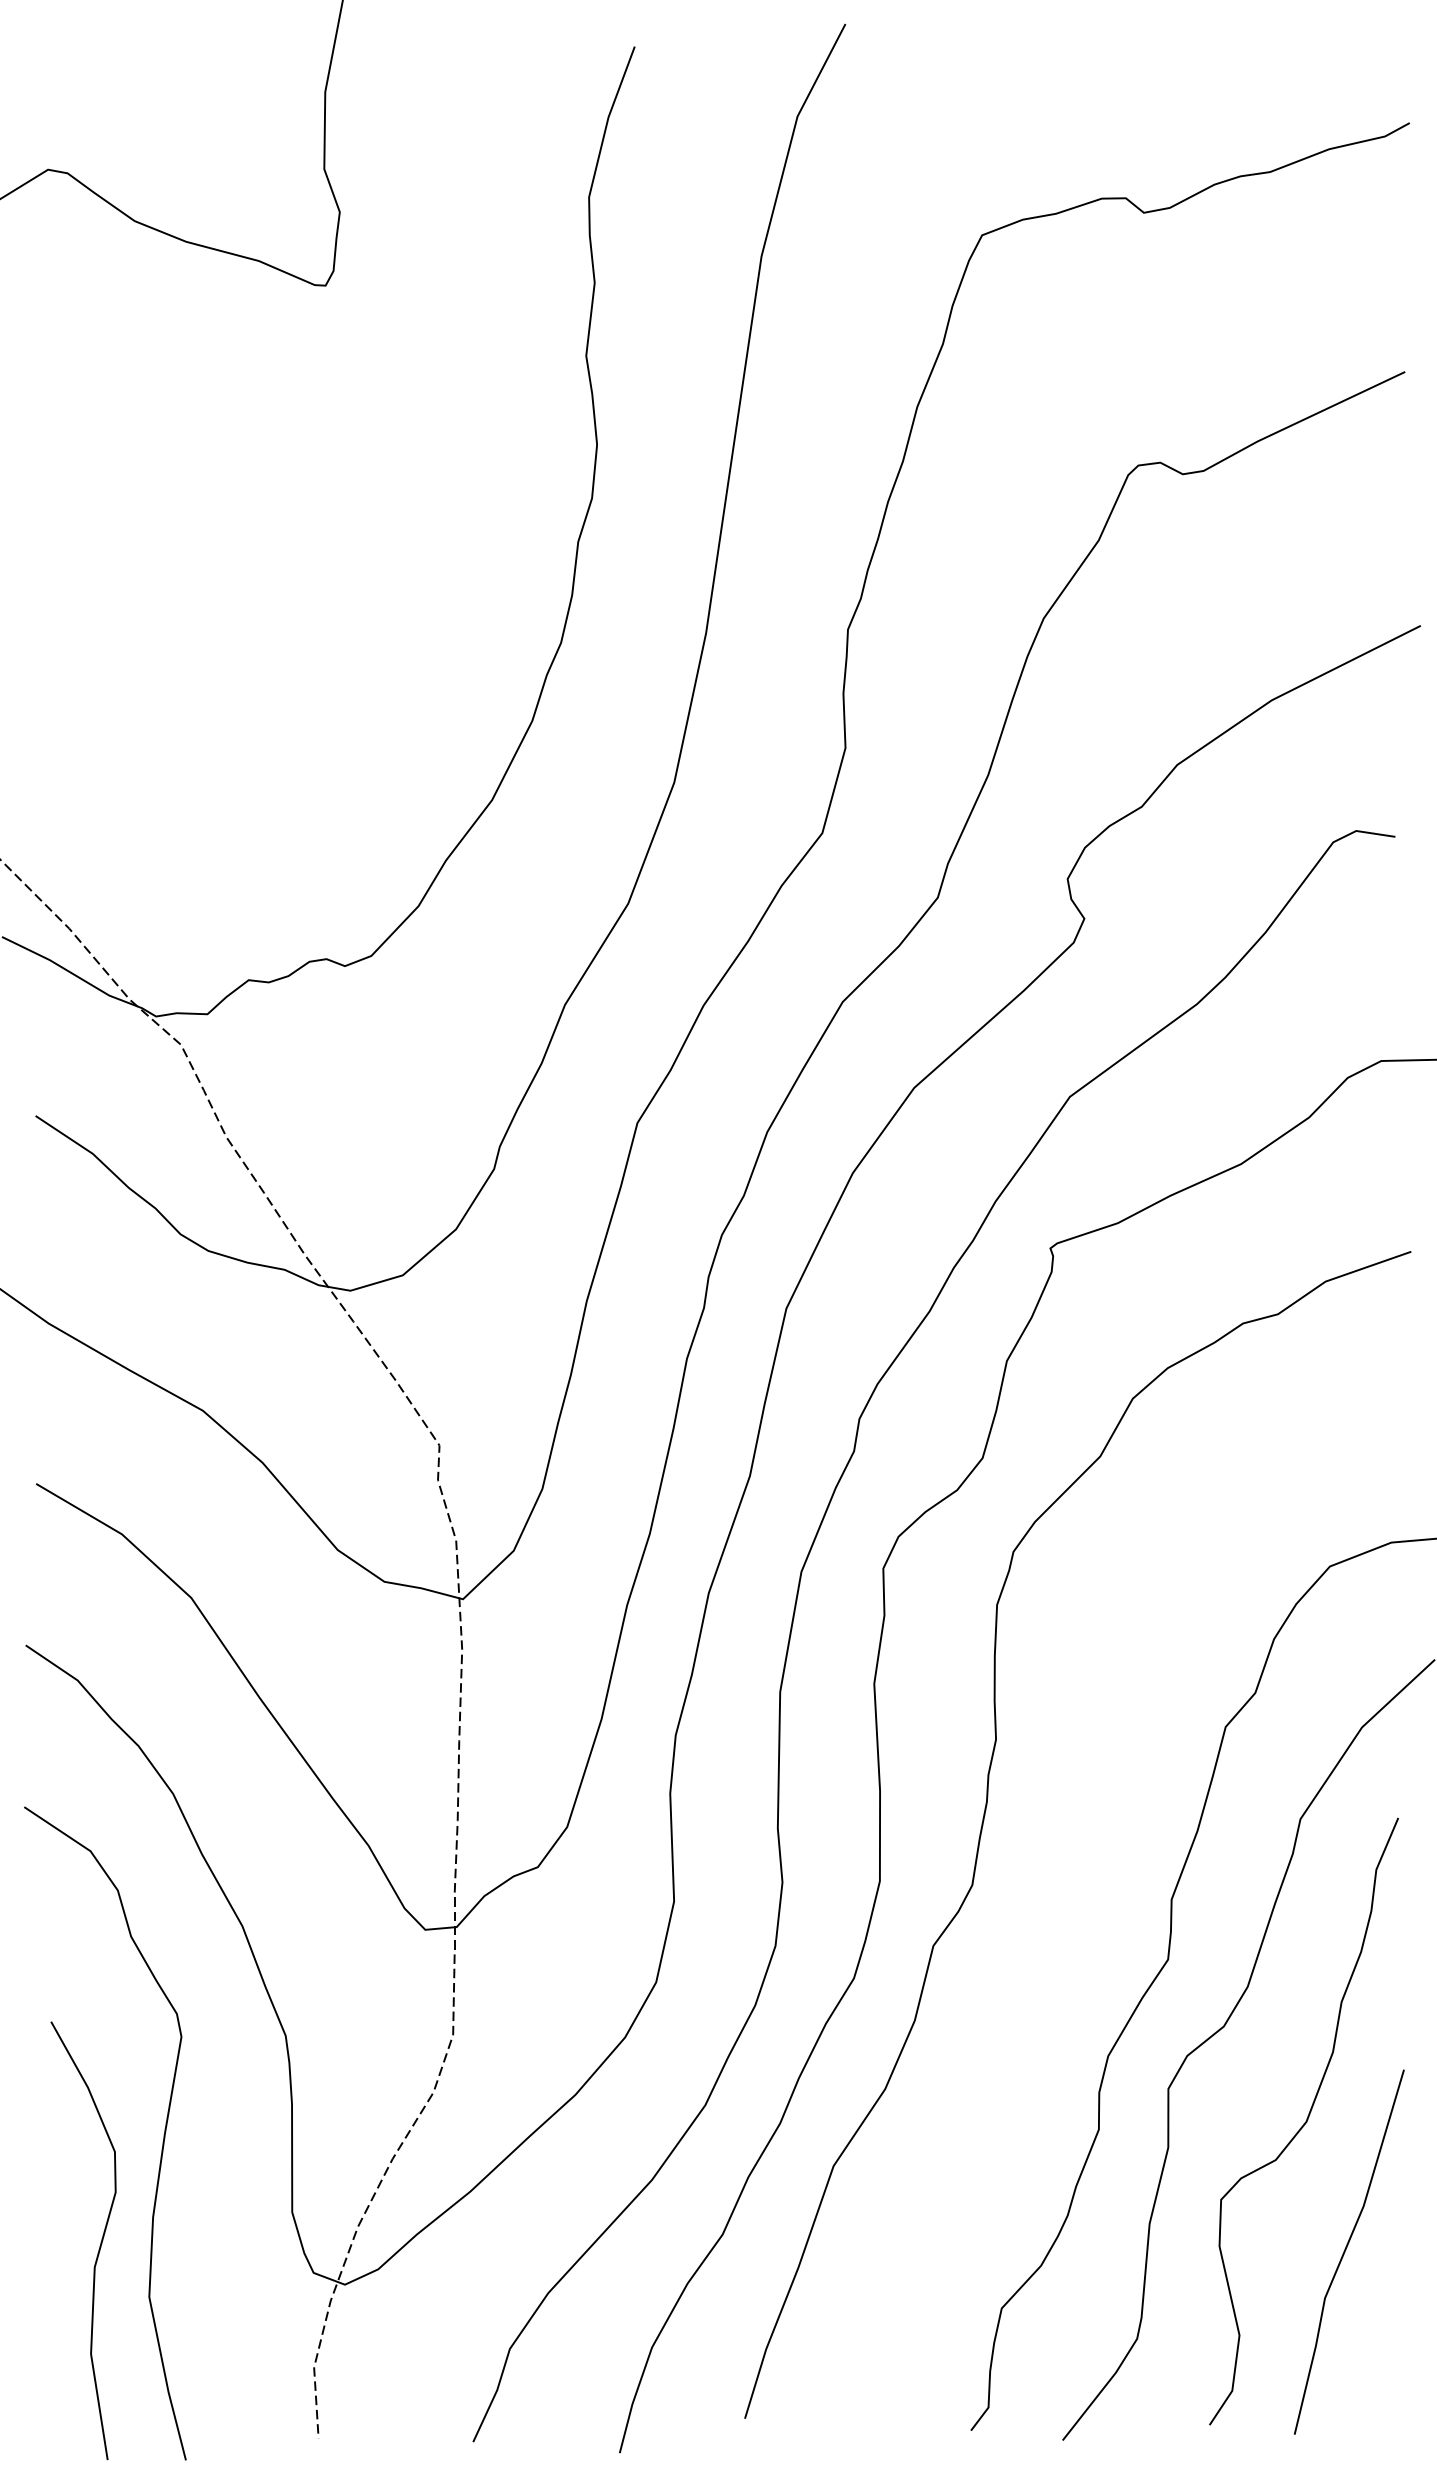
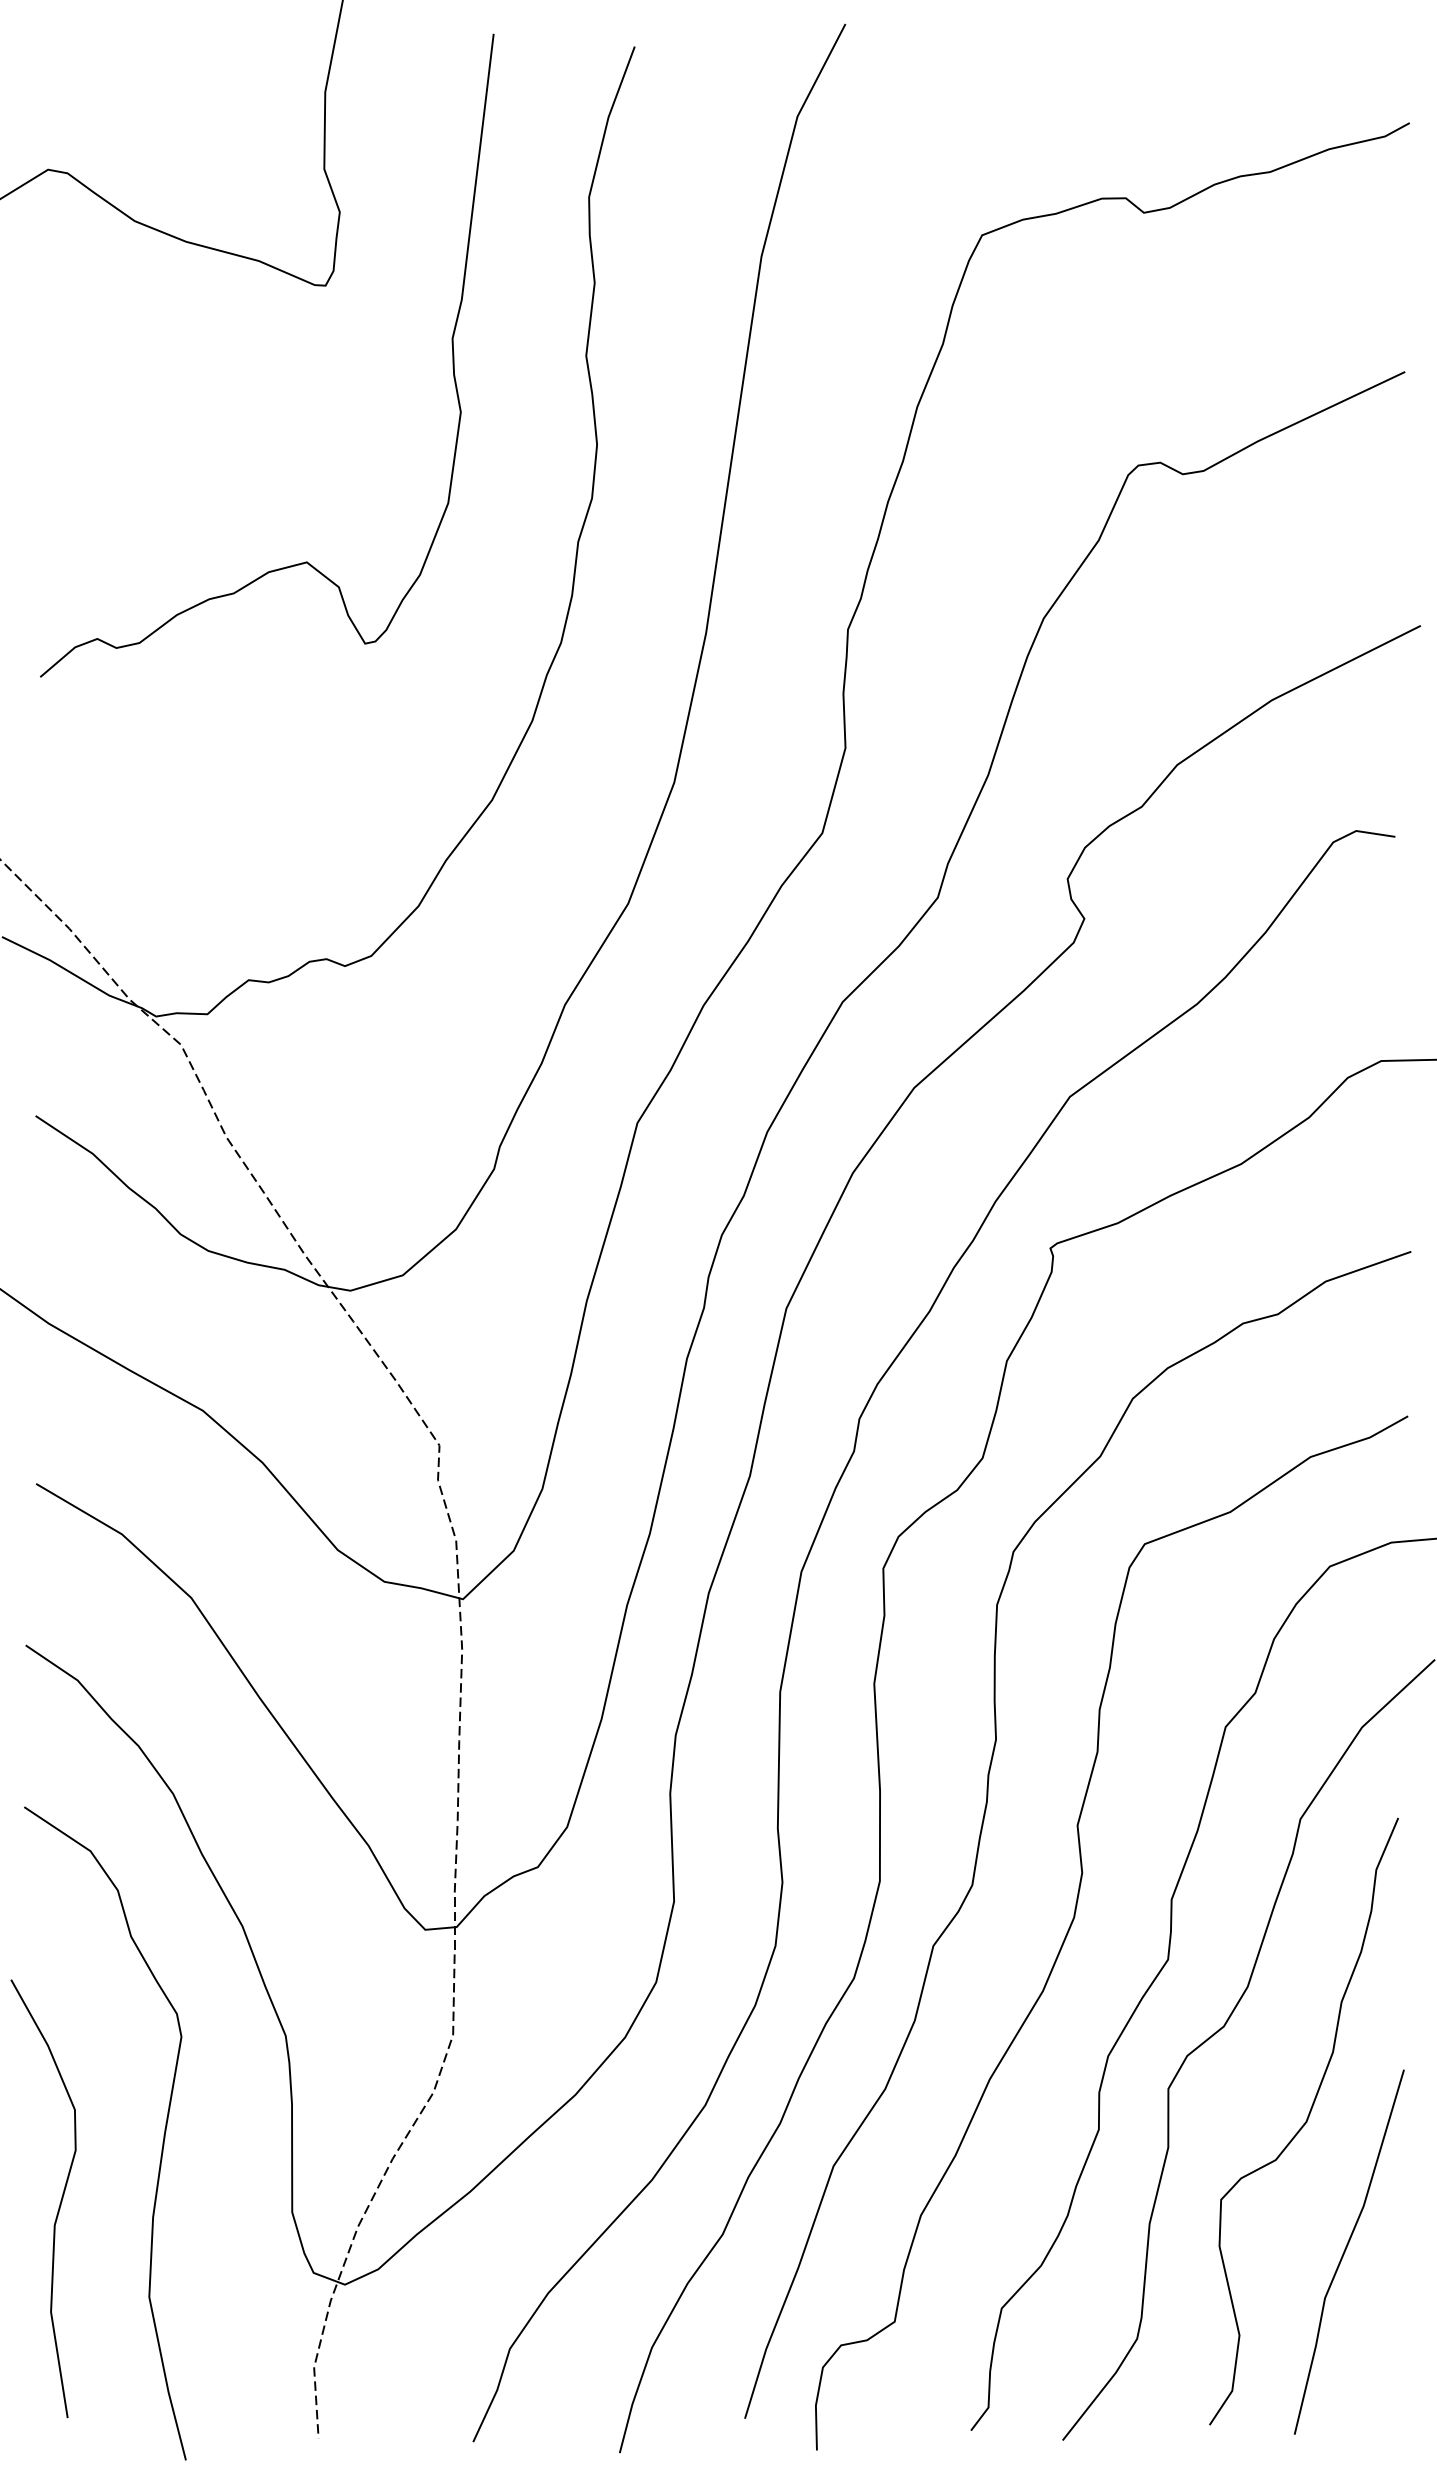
part at (451, 344): none -> present
curve at (1075, 1917): none -> present
curve at (99, 2245) position: (99, 2245) -> (59, 2203)
